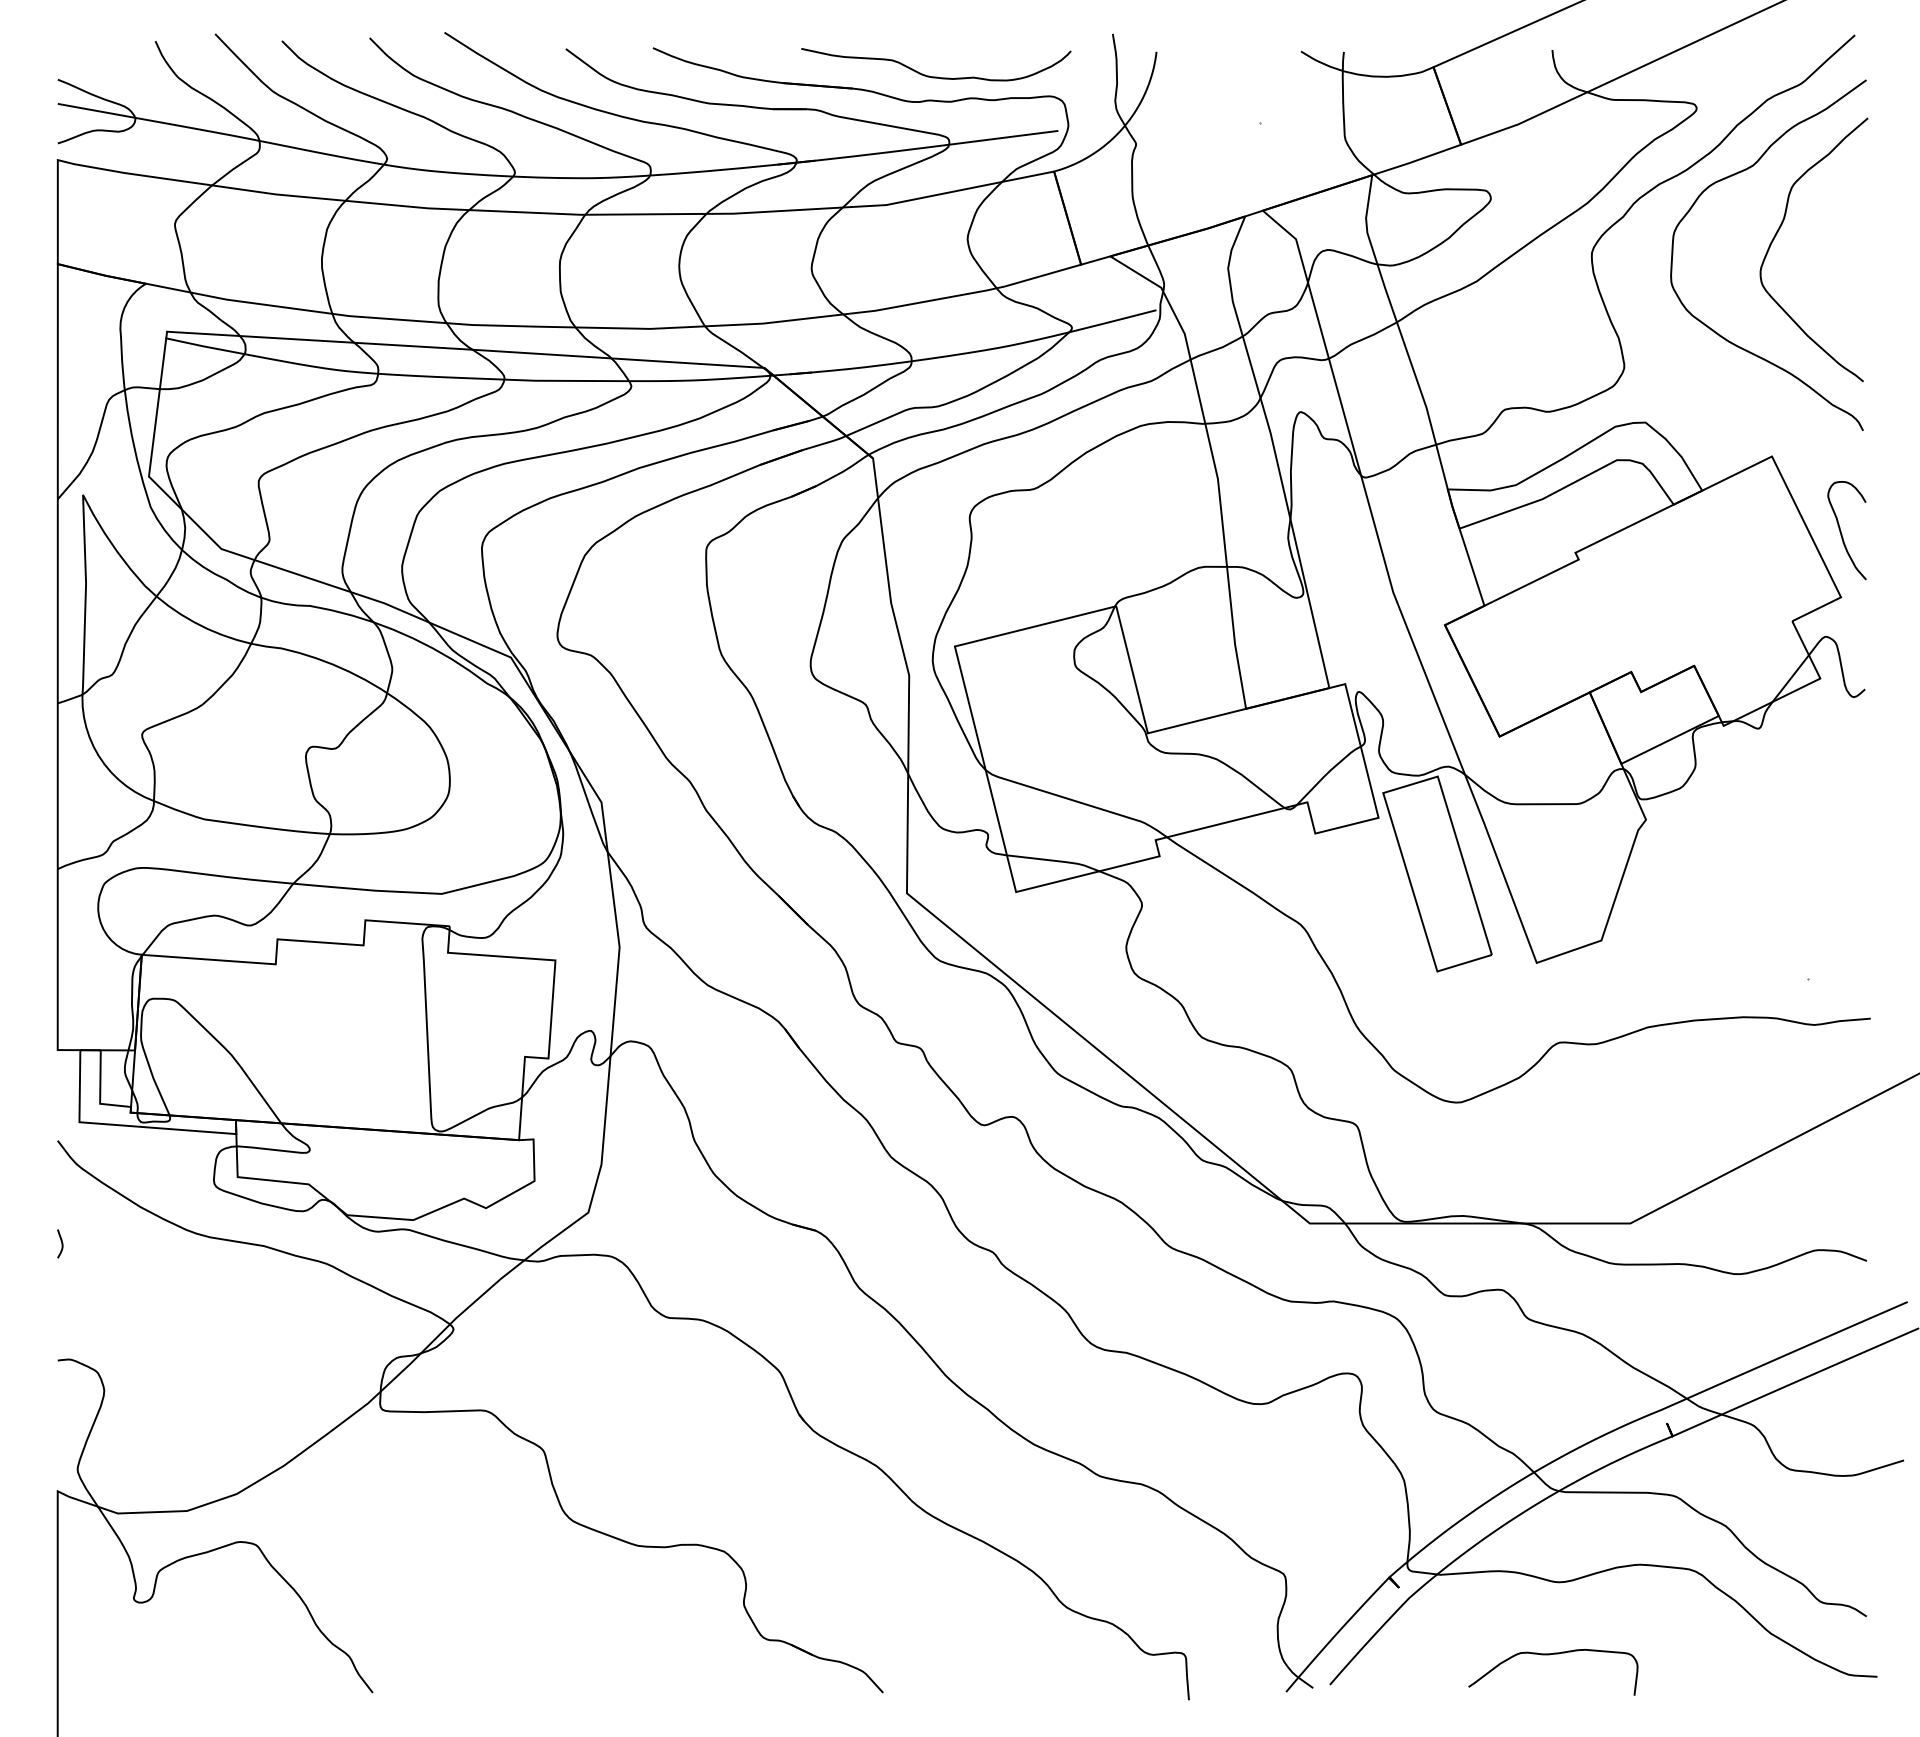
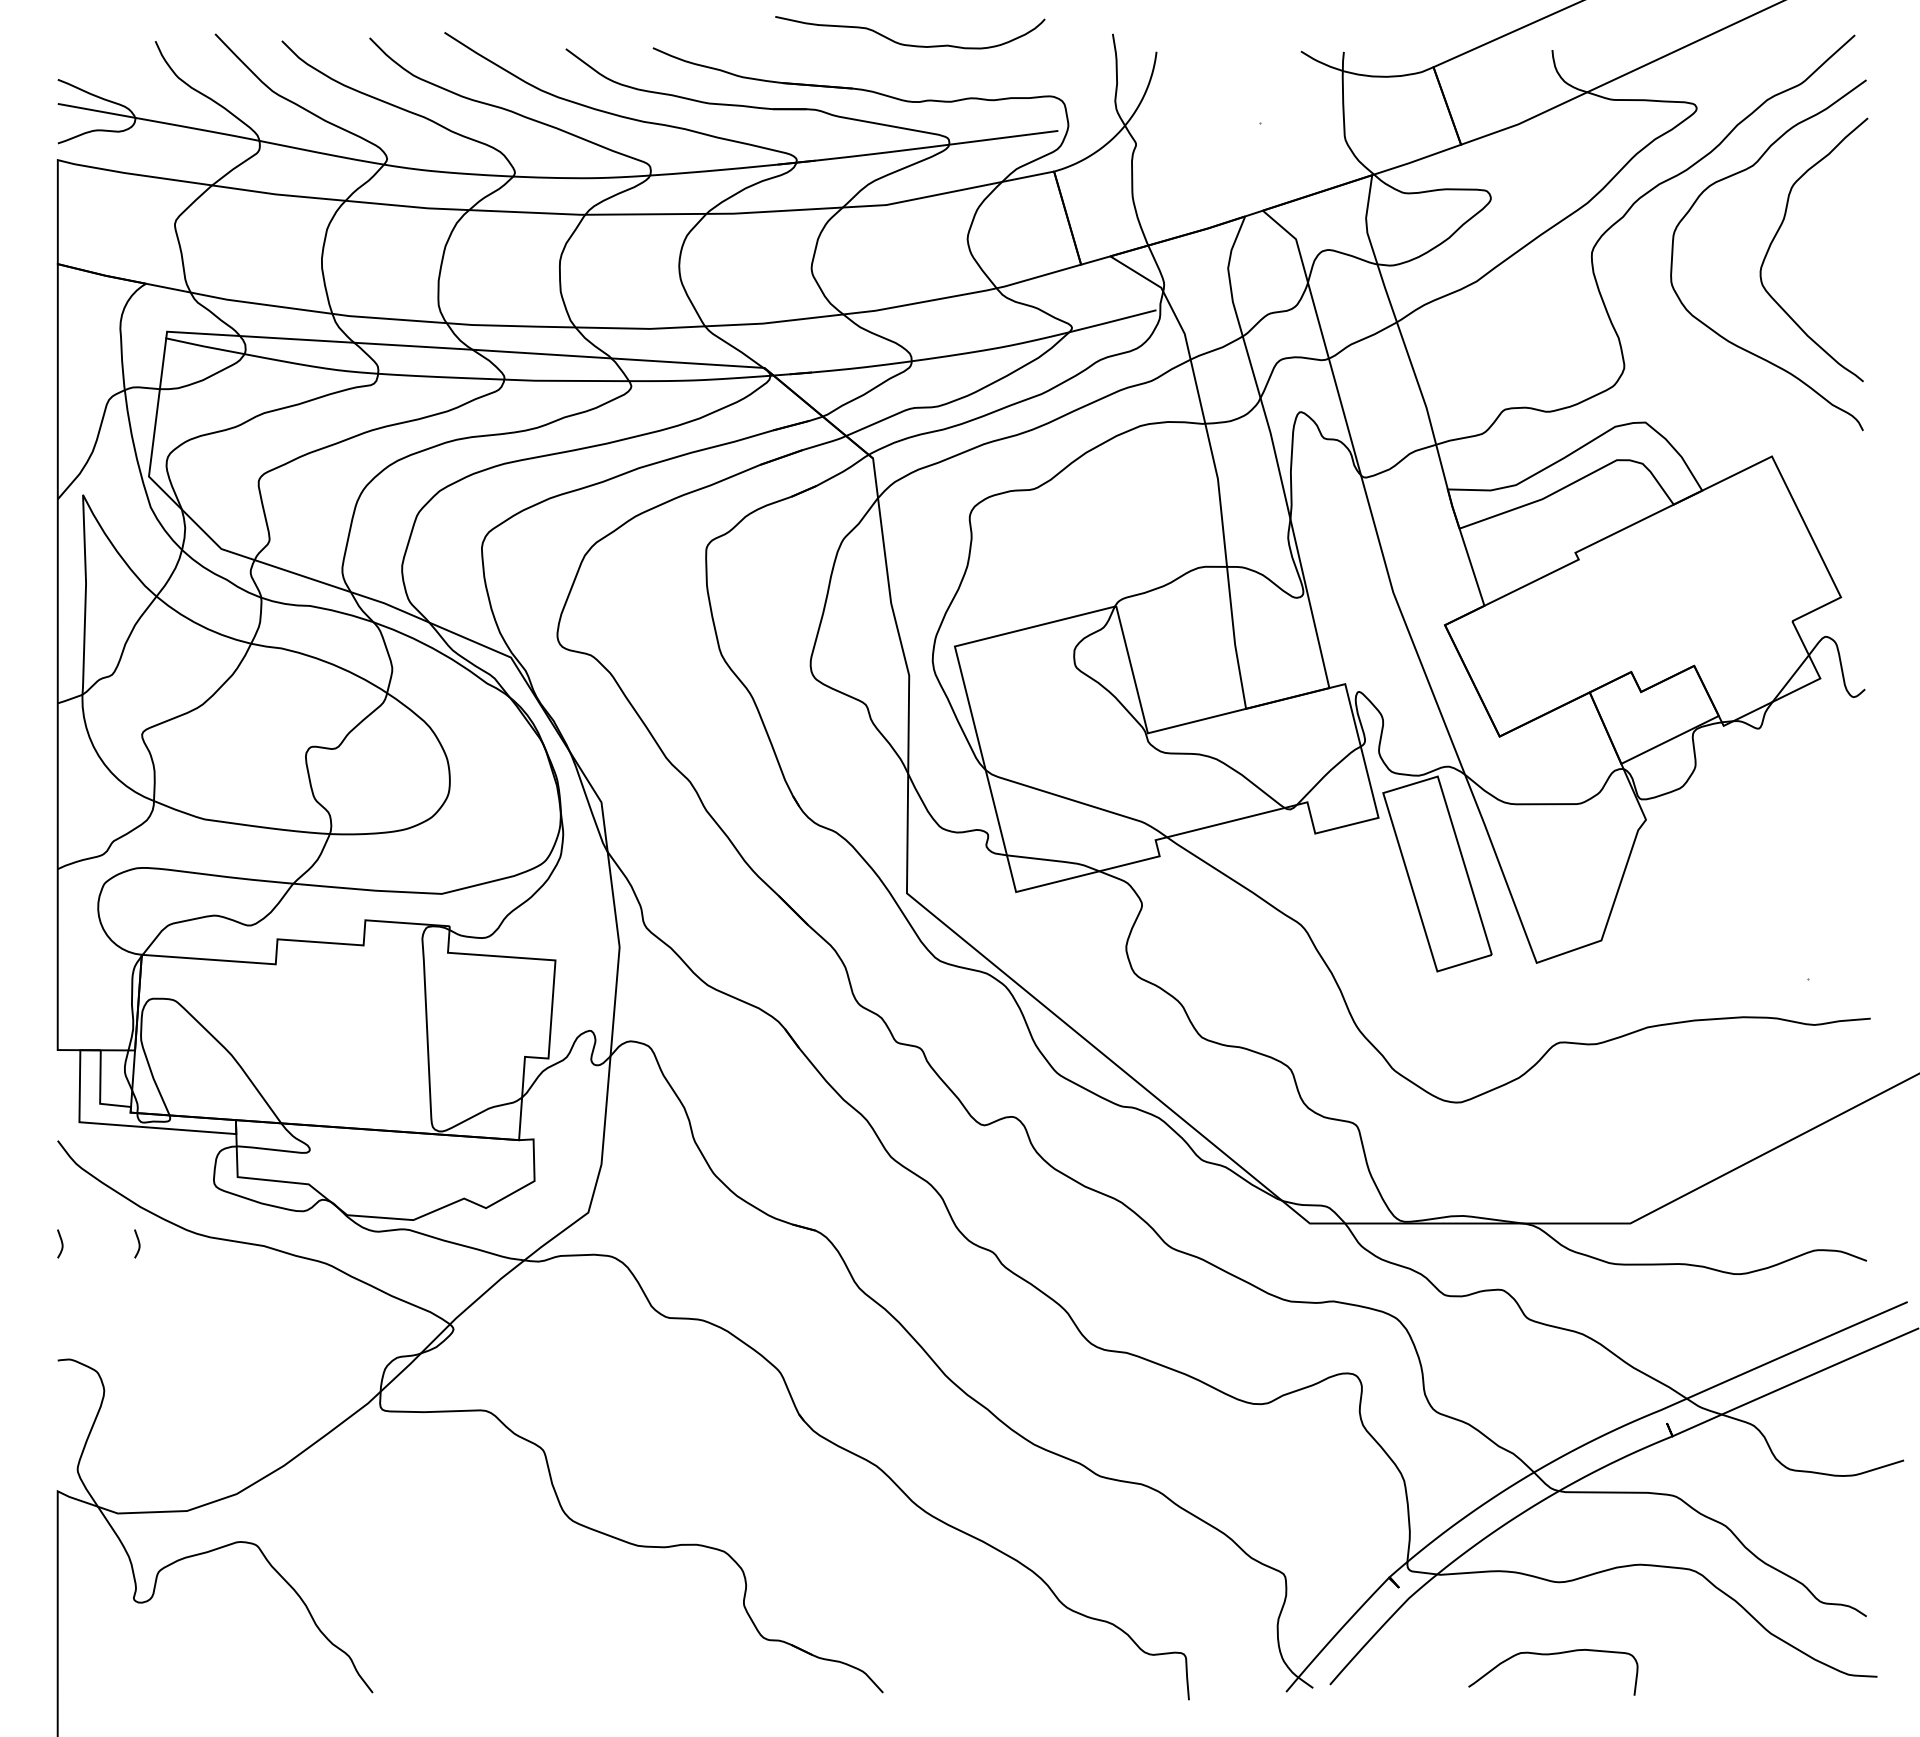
curve at (936, 76) position: (936, 76) -> (910, 44)
curve at (1841, 530): present -> none
curve at (138, 1243): none -> present
